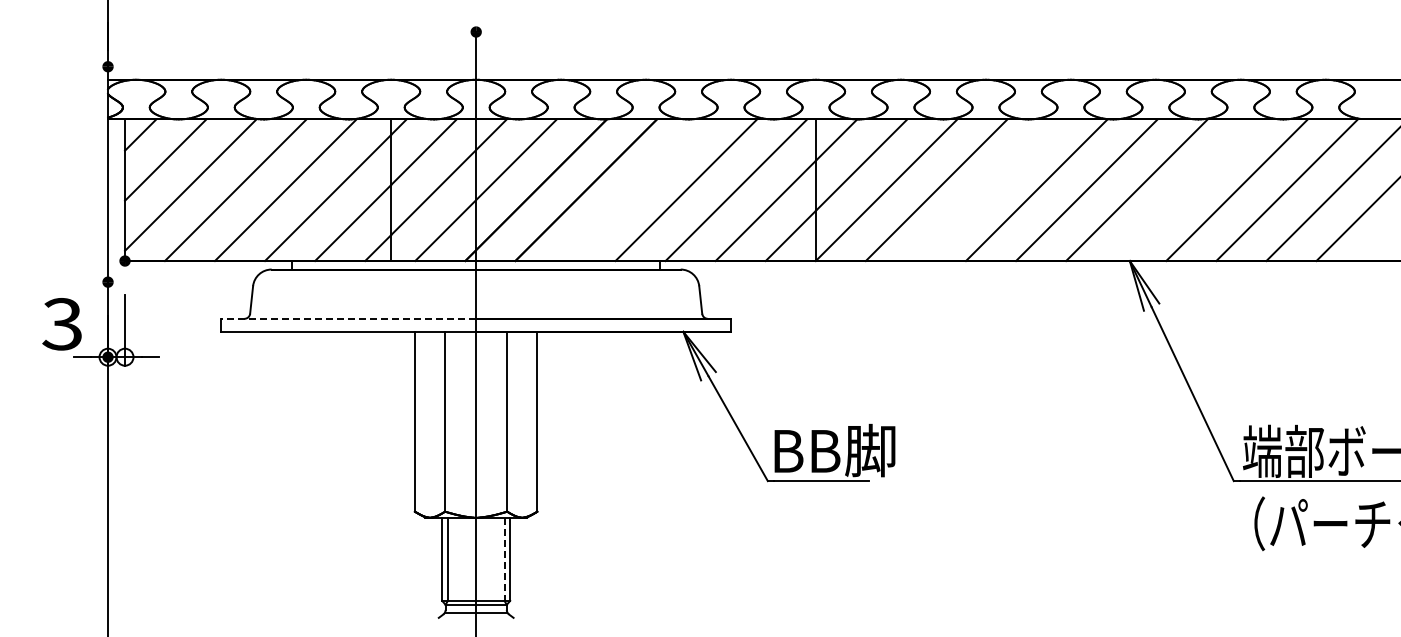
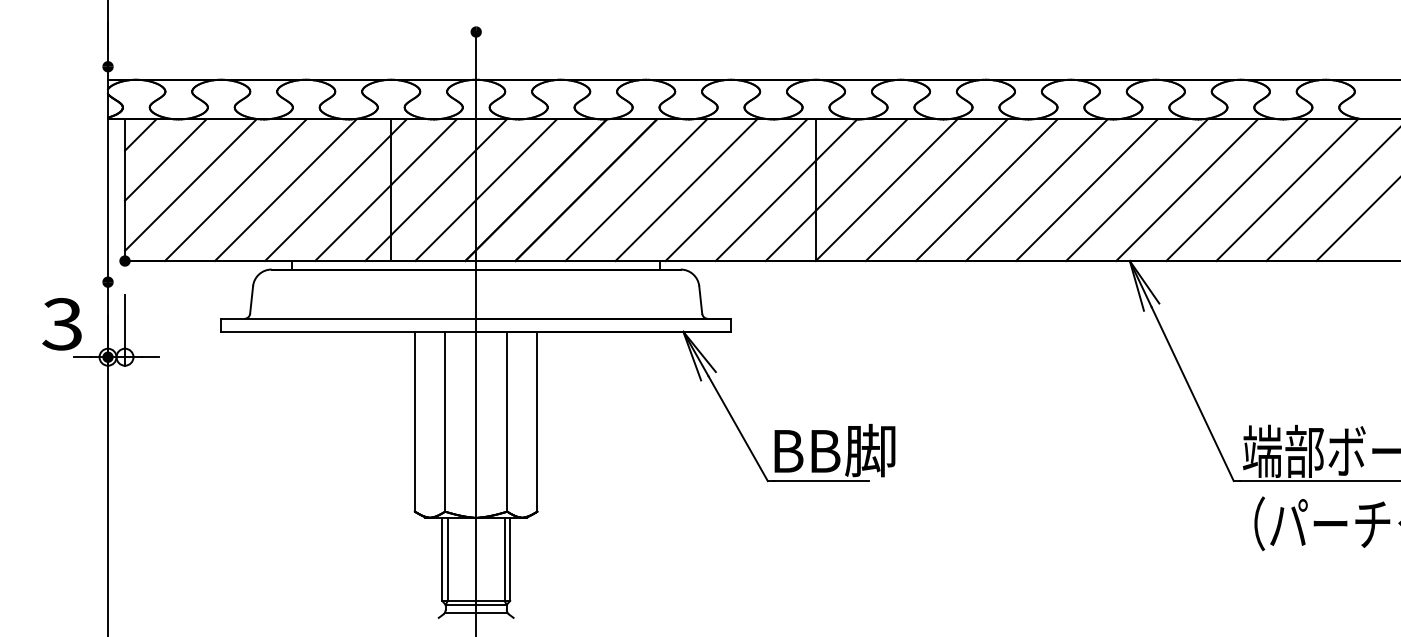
line at (636, 190): none -> present
line at (986, 190): none -> present
line at (1186, 190): none -> present
line at (348, 318): dashed -> solid
line at (504, 559): dashed -> solid
